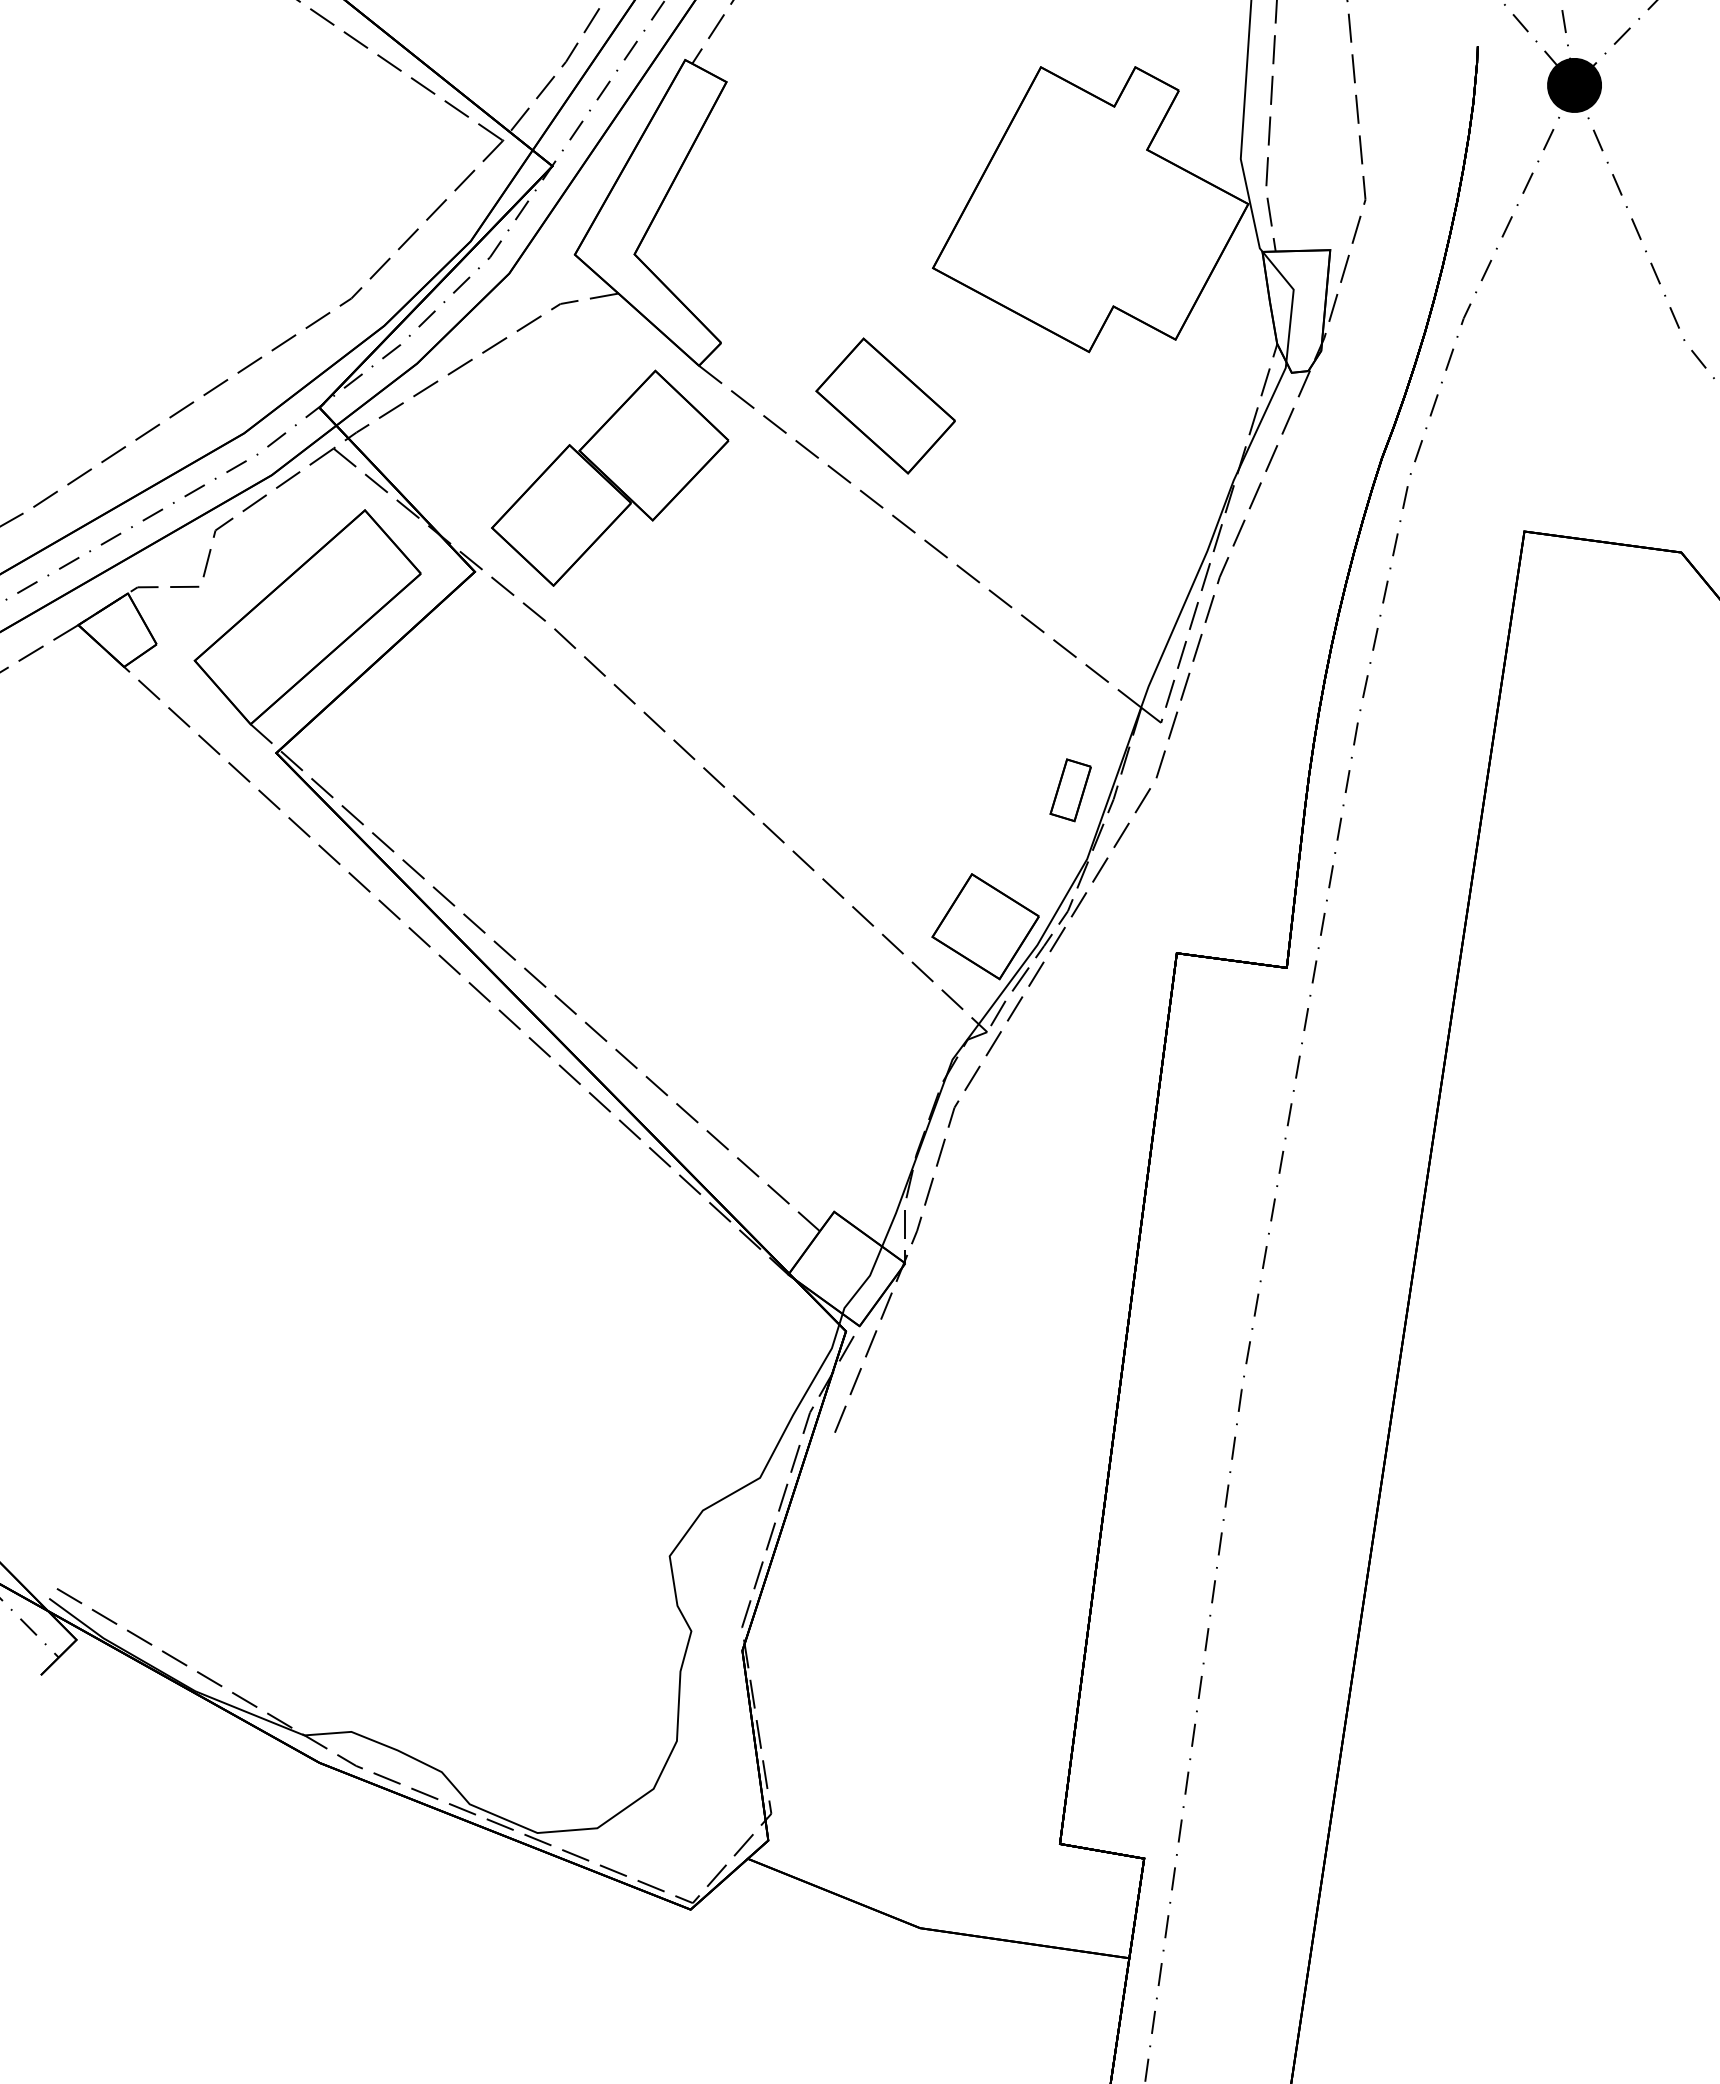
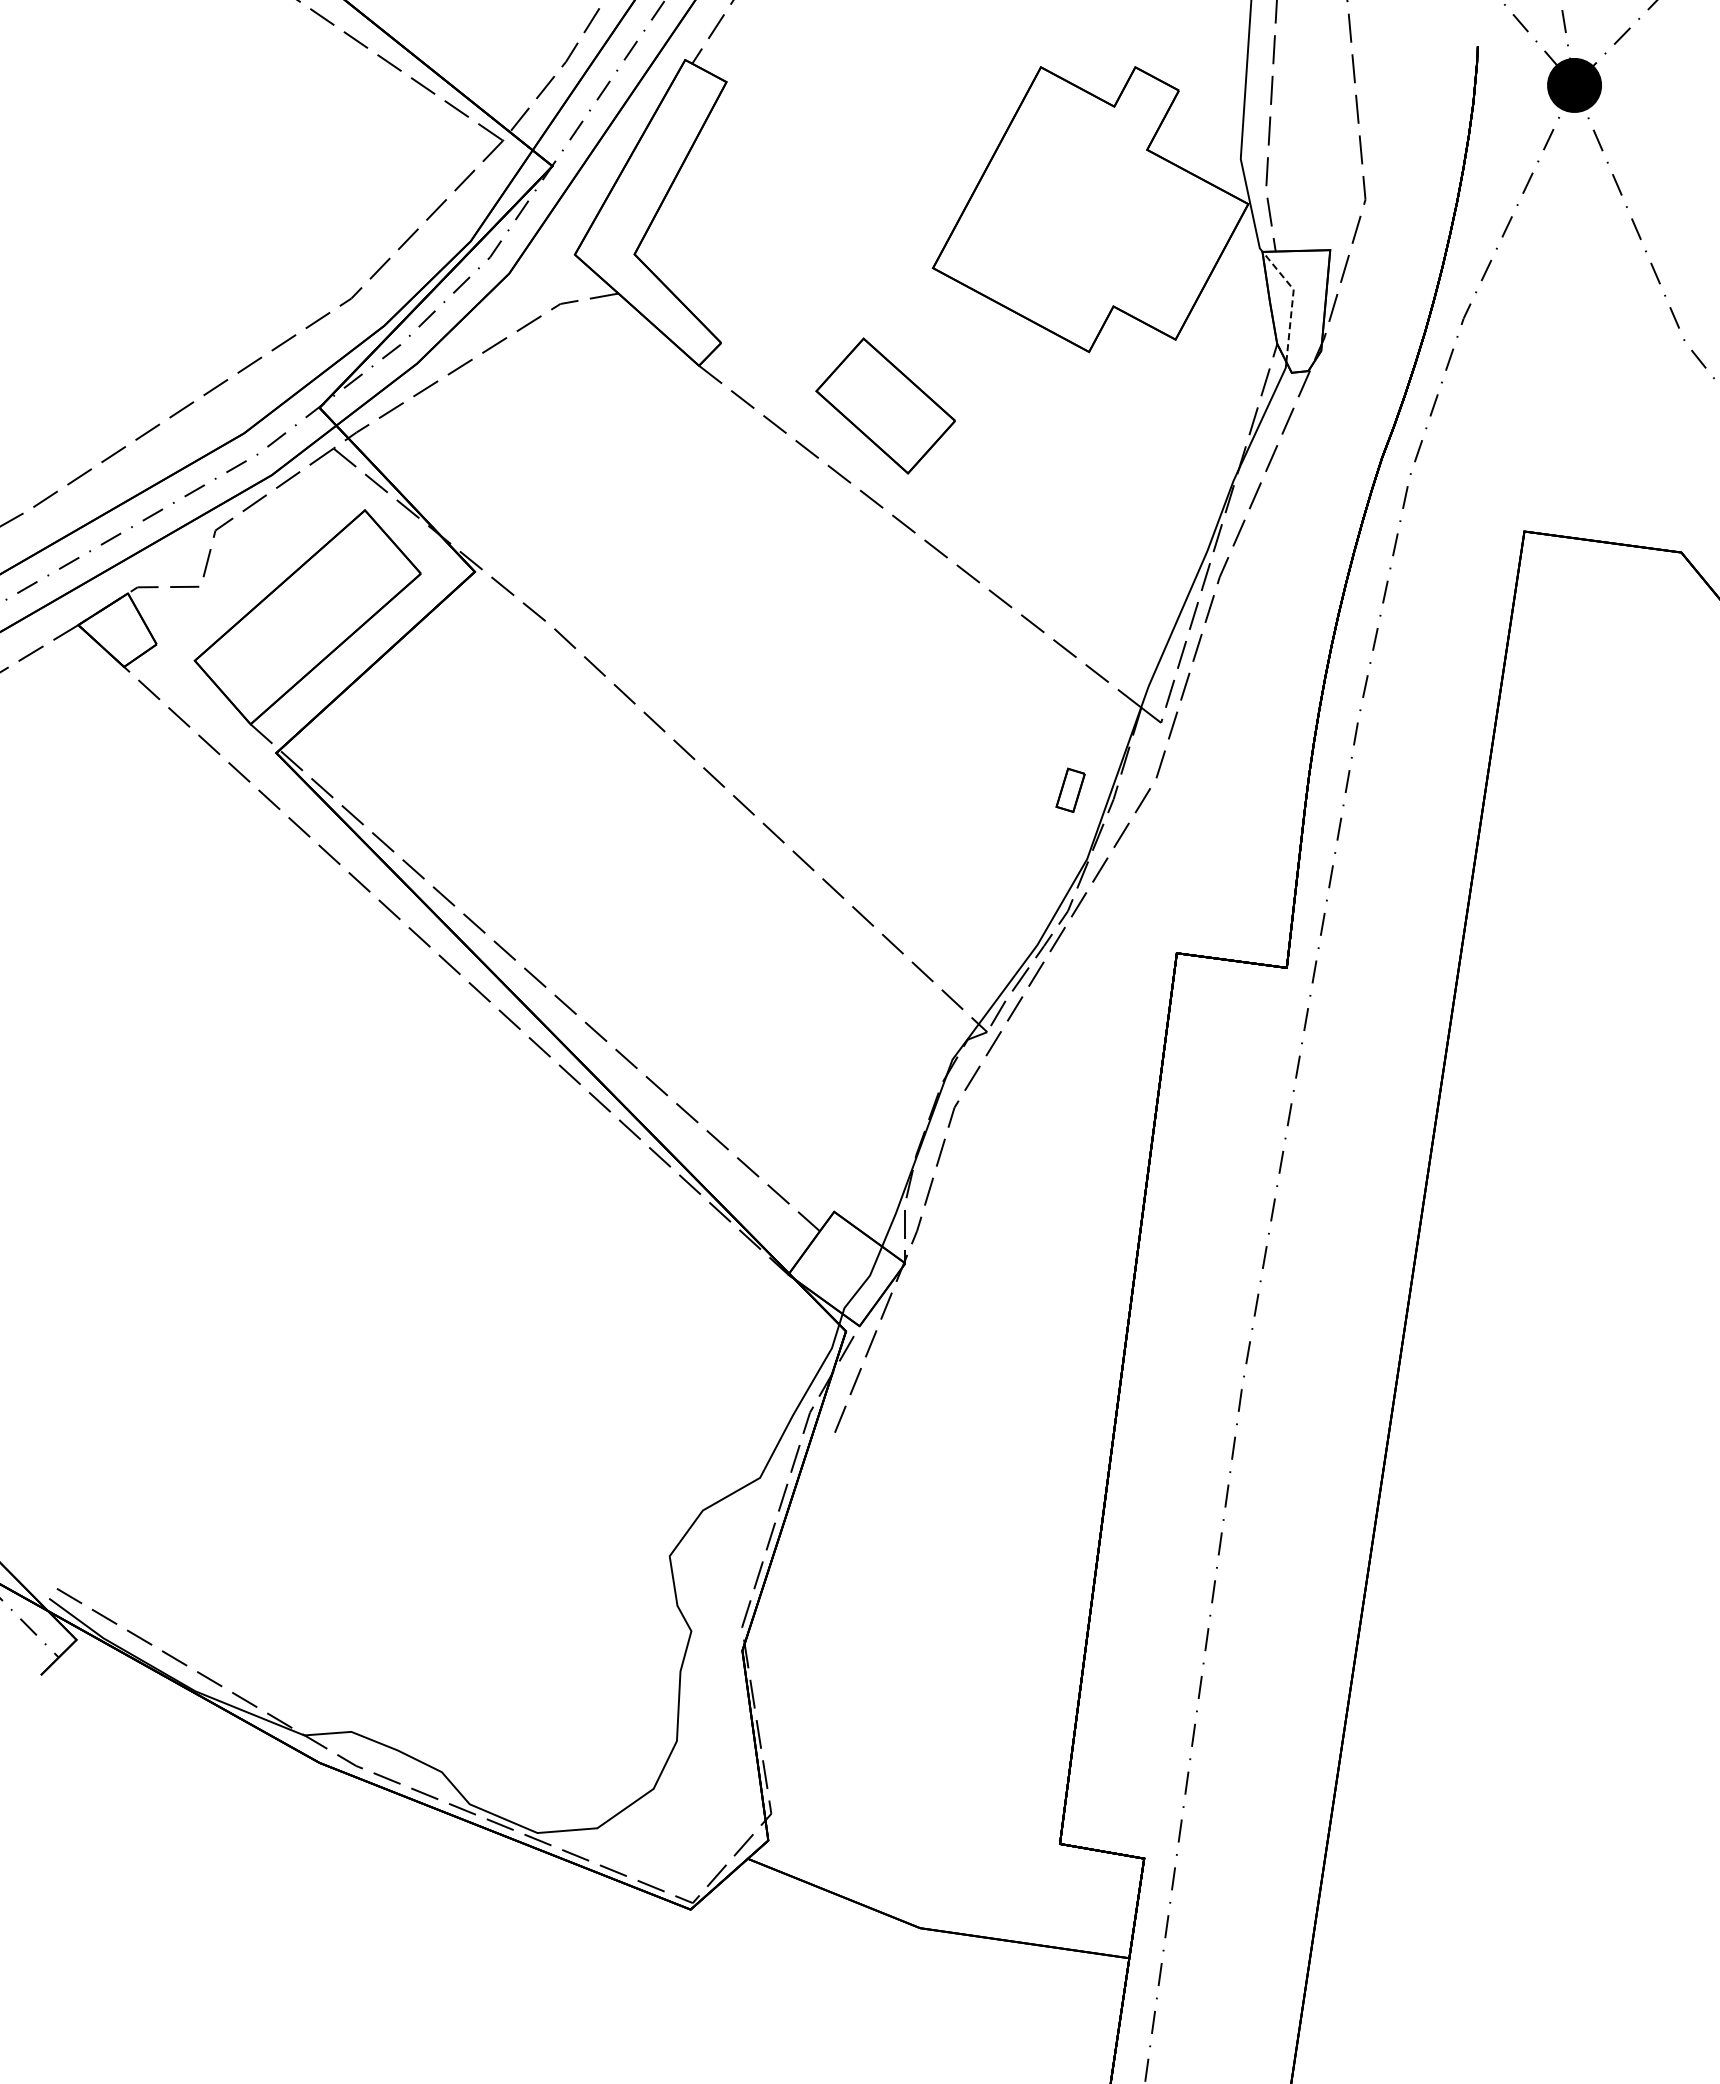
line at (1292, 300): solid -> dashed
part at (610, 477): present -> none
part at (1070, 790) size: 43x65 px -> 31x46 px
part at (985, 926): present -> none
